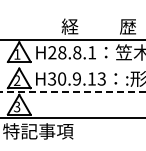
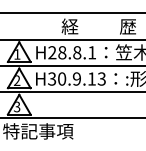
line at (72, 13): none -> present
line at (72, 65): none -> present
line at (73, 92): dashed -> solid
